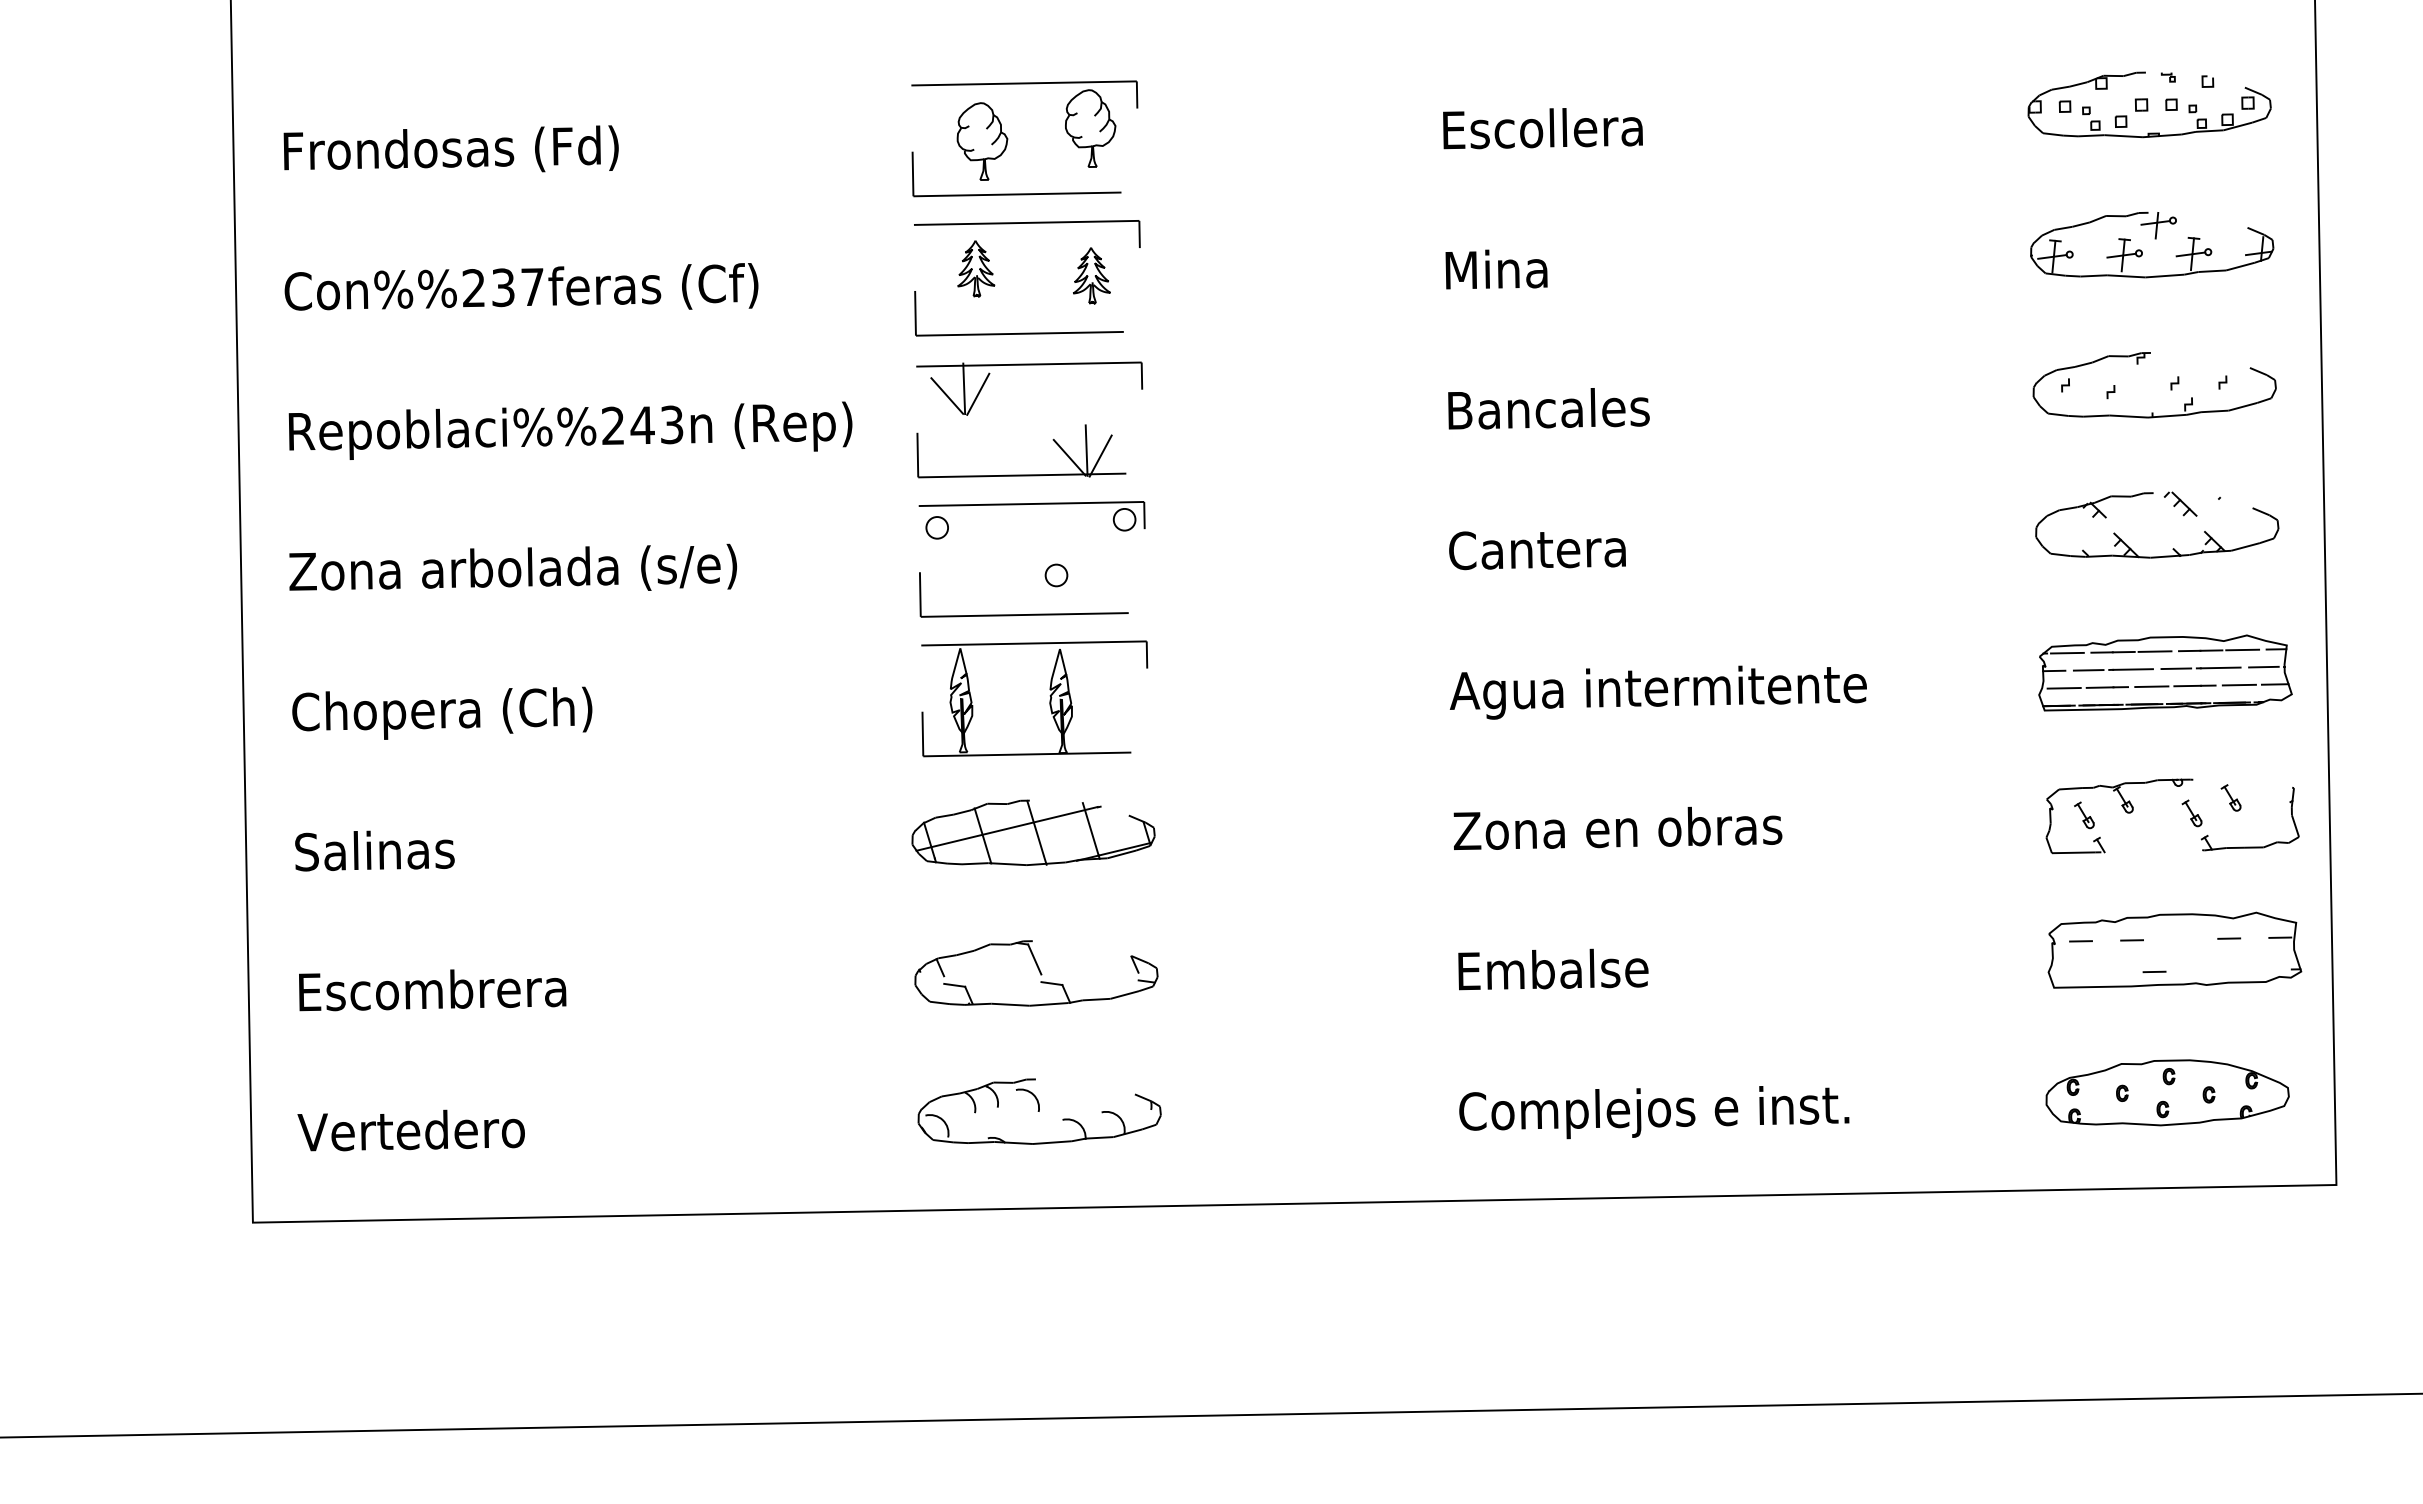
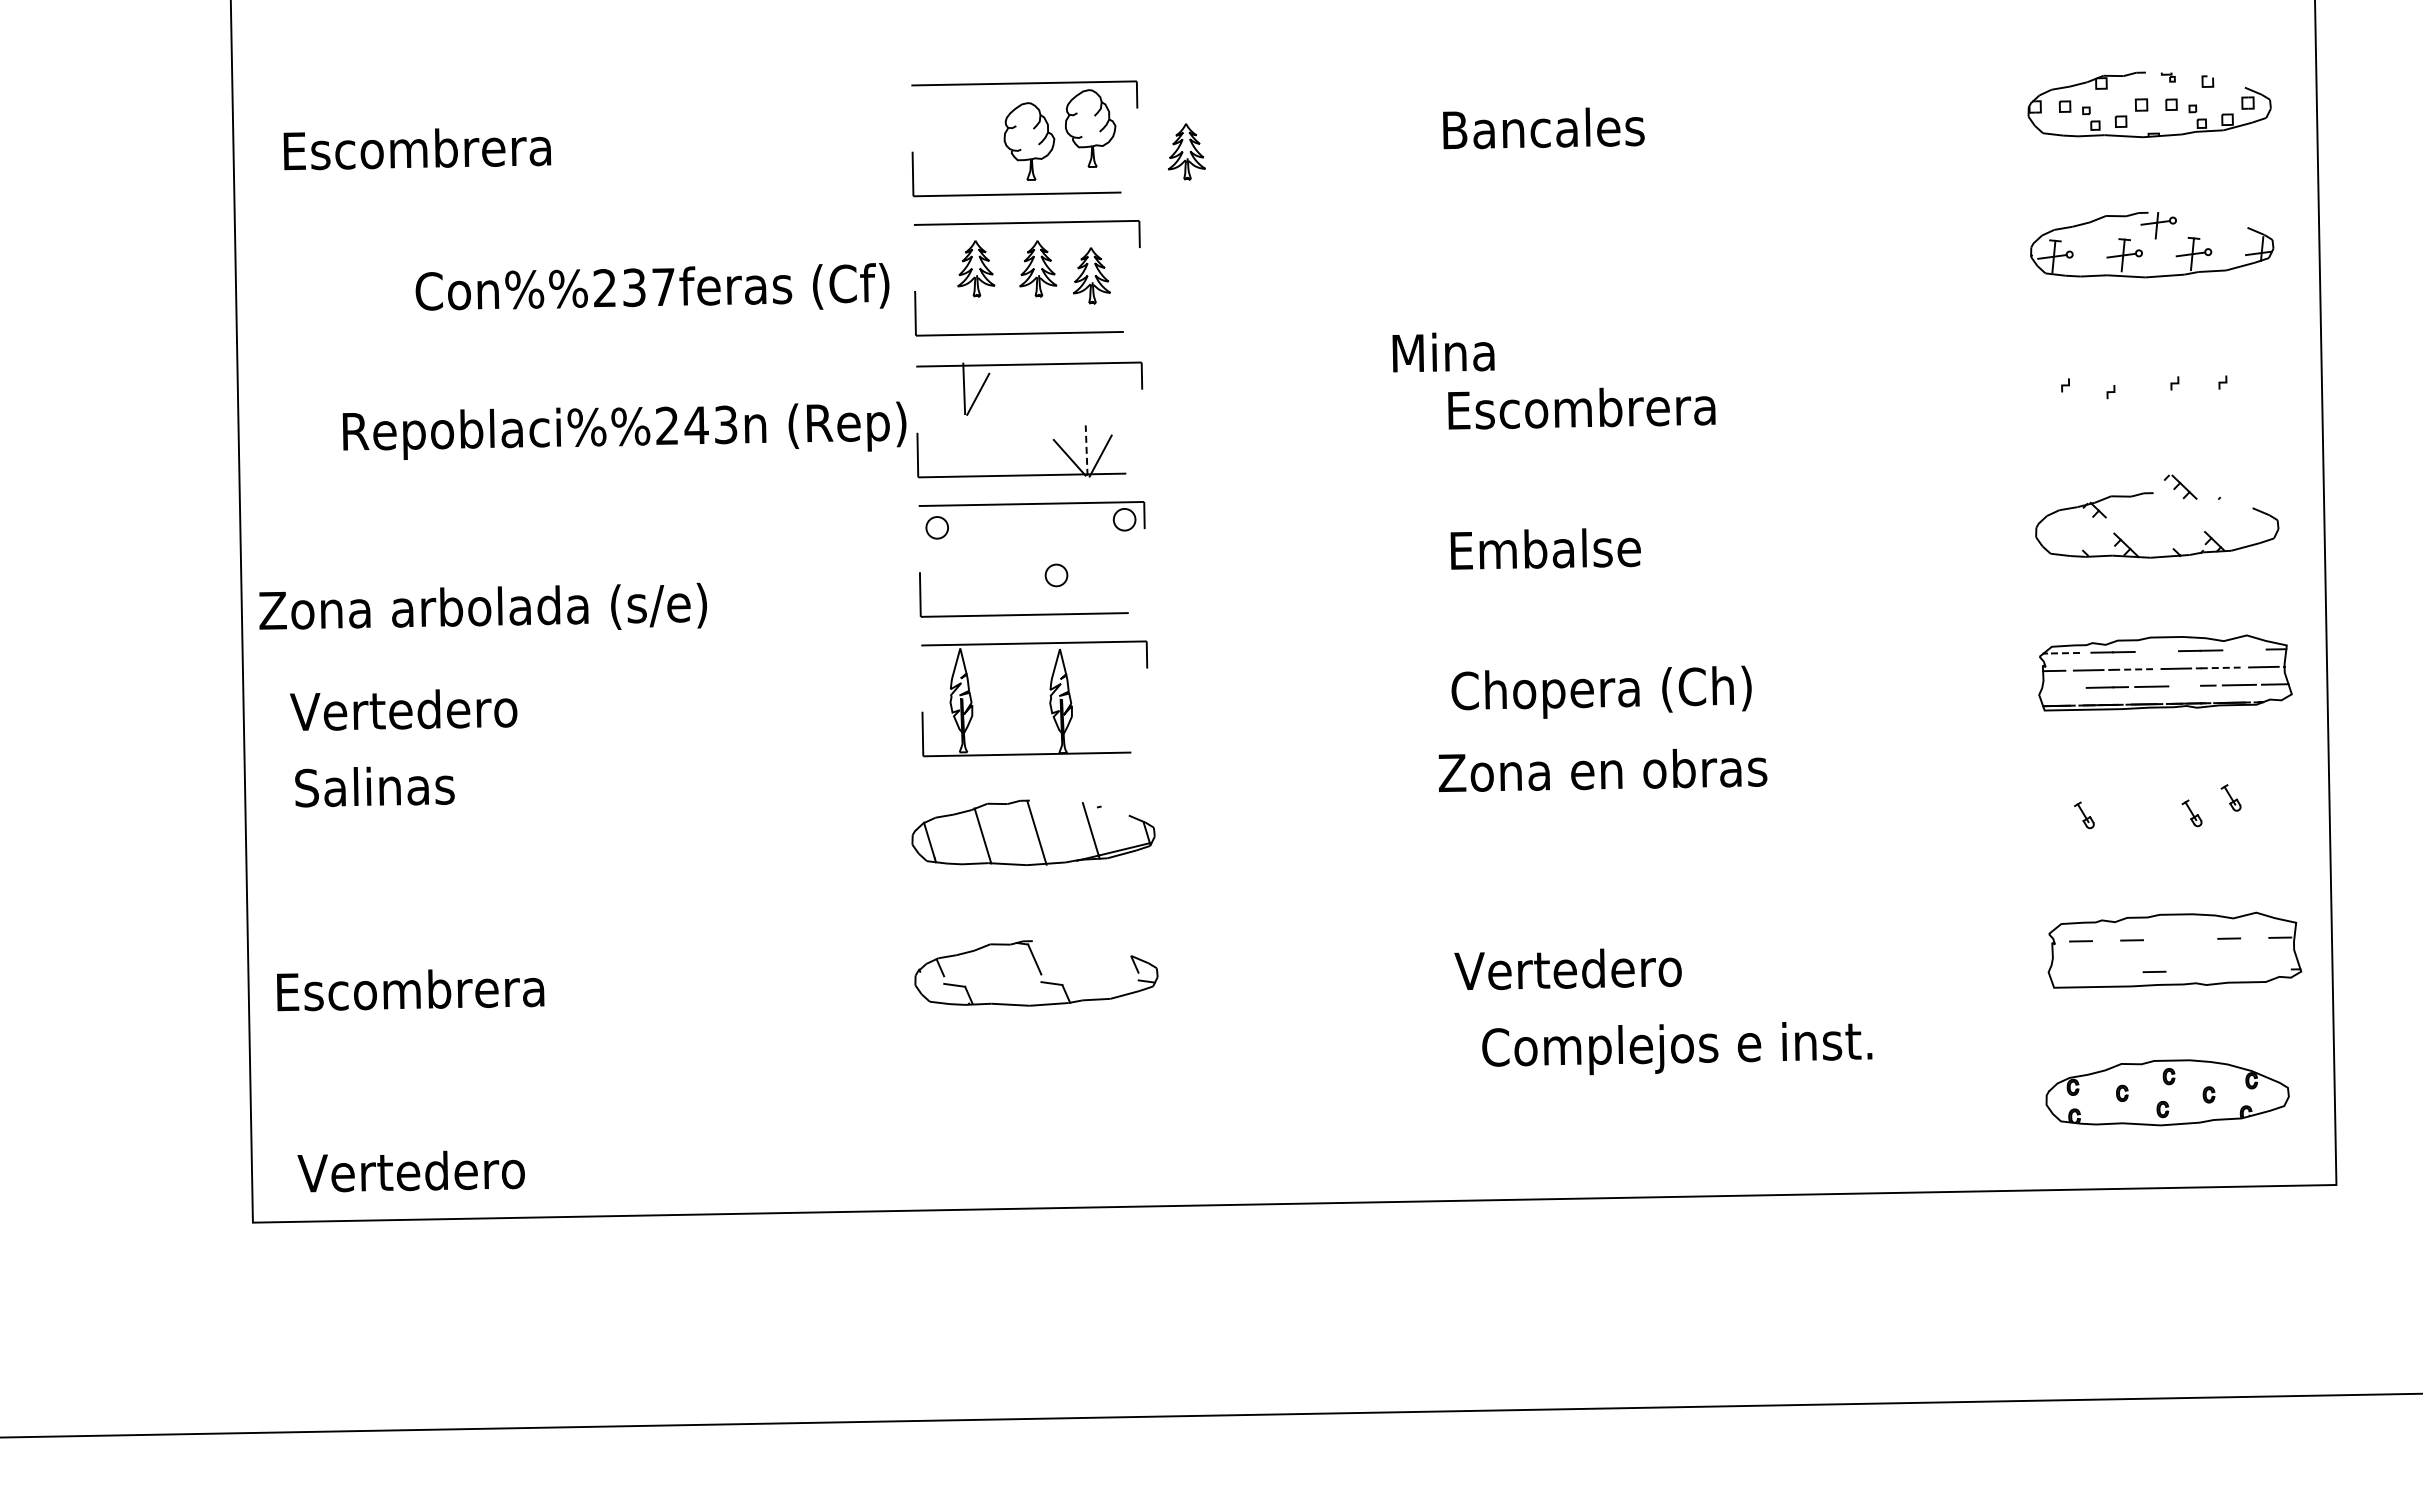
text at (1546, 128): Escollera -> Bancales
part at (982, 141) position: (982, 141) -> (1029, 141)
text at (453, 148): Frondosas (Fd) -> Escombrera
part at (1186, 151): none -> present
part at (1038, 268): none -> present
text at (1496, 269) position: (1496, 269) -> (1443, 352)
text at (521, 286) position: (521, 286) -> (652, 286)
part at (2138, 364): present -> none
line at (947, 395): present -> none
text at (1584, 408): Bancales -> Escombrera
text at (570, 430) position: (570, 430) -> (624, 430)
line at (1086, 450): solid -> dashed
part at (2180, 503) position: (2180, 503) -> (2180, 486)
text at (1544, 549): Cantera -> Embalse
text at (512, 566) position: (512, 566) -> (482, 605)
line at (2242, 649): present -> none
line at (2154, 651): present -> none
line at (2067, 653): solid -> dashed
line at (2220, 667): solid -> dashed
line at (2133, 669): solid -> dashed
line at (2187, 685): present -> none
line at (2063, 688): present -> none
text at (1657, 692): Agua intermitente -> Chopera (Ch)
text at (441, 712): Chopera (Ch) -> Vertedero
part at (2176, 786): present -> none
text at (1617, 827) position: (1617, 827) -> (1602, 769)
line at (1006, 828): present -> none
text at (374, 850) position: (374, 850) -> (374, 786)
text at (1567, 969): Embalse -> Vertedero
text at (432, 990) position: (432, 990) -> (410, 990)
part at (1039, 1111): present -> none
text at (1654, 1112) position: (1654, 1112) -> (1677, 1048)
text at (410, 1130) position: (410, 1130) -> (410, 1171)
